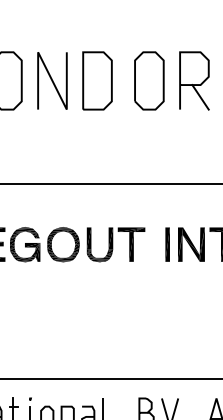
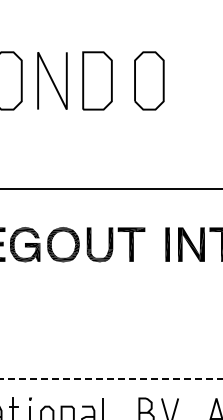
part at (194, 80): present -> none
line at (110, 184) position: (110, 184) -> (110, 189)
line at (111, 379): solid -> dashed
